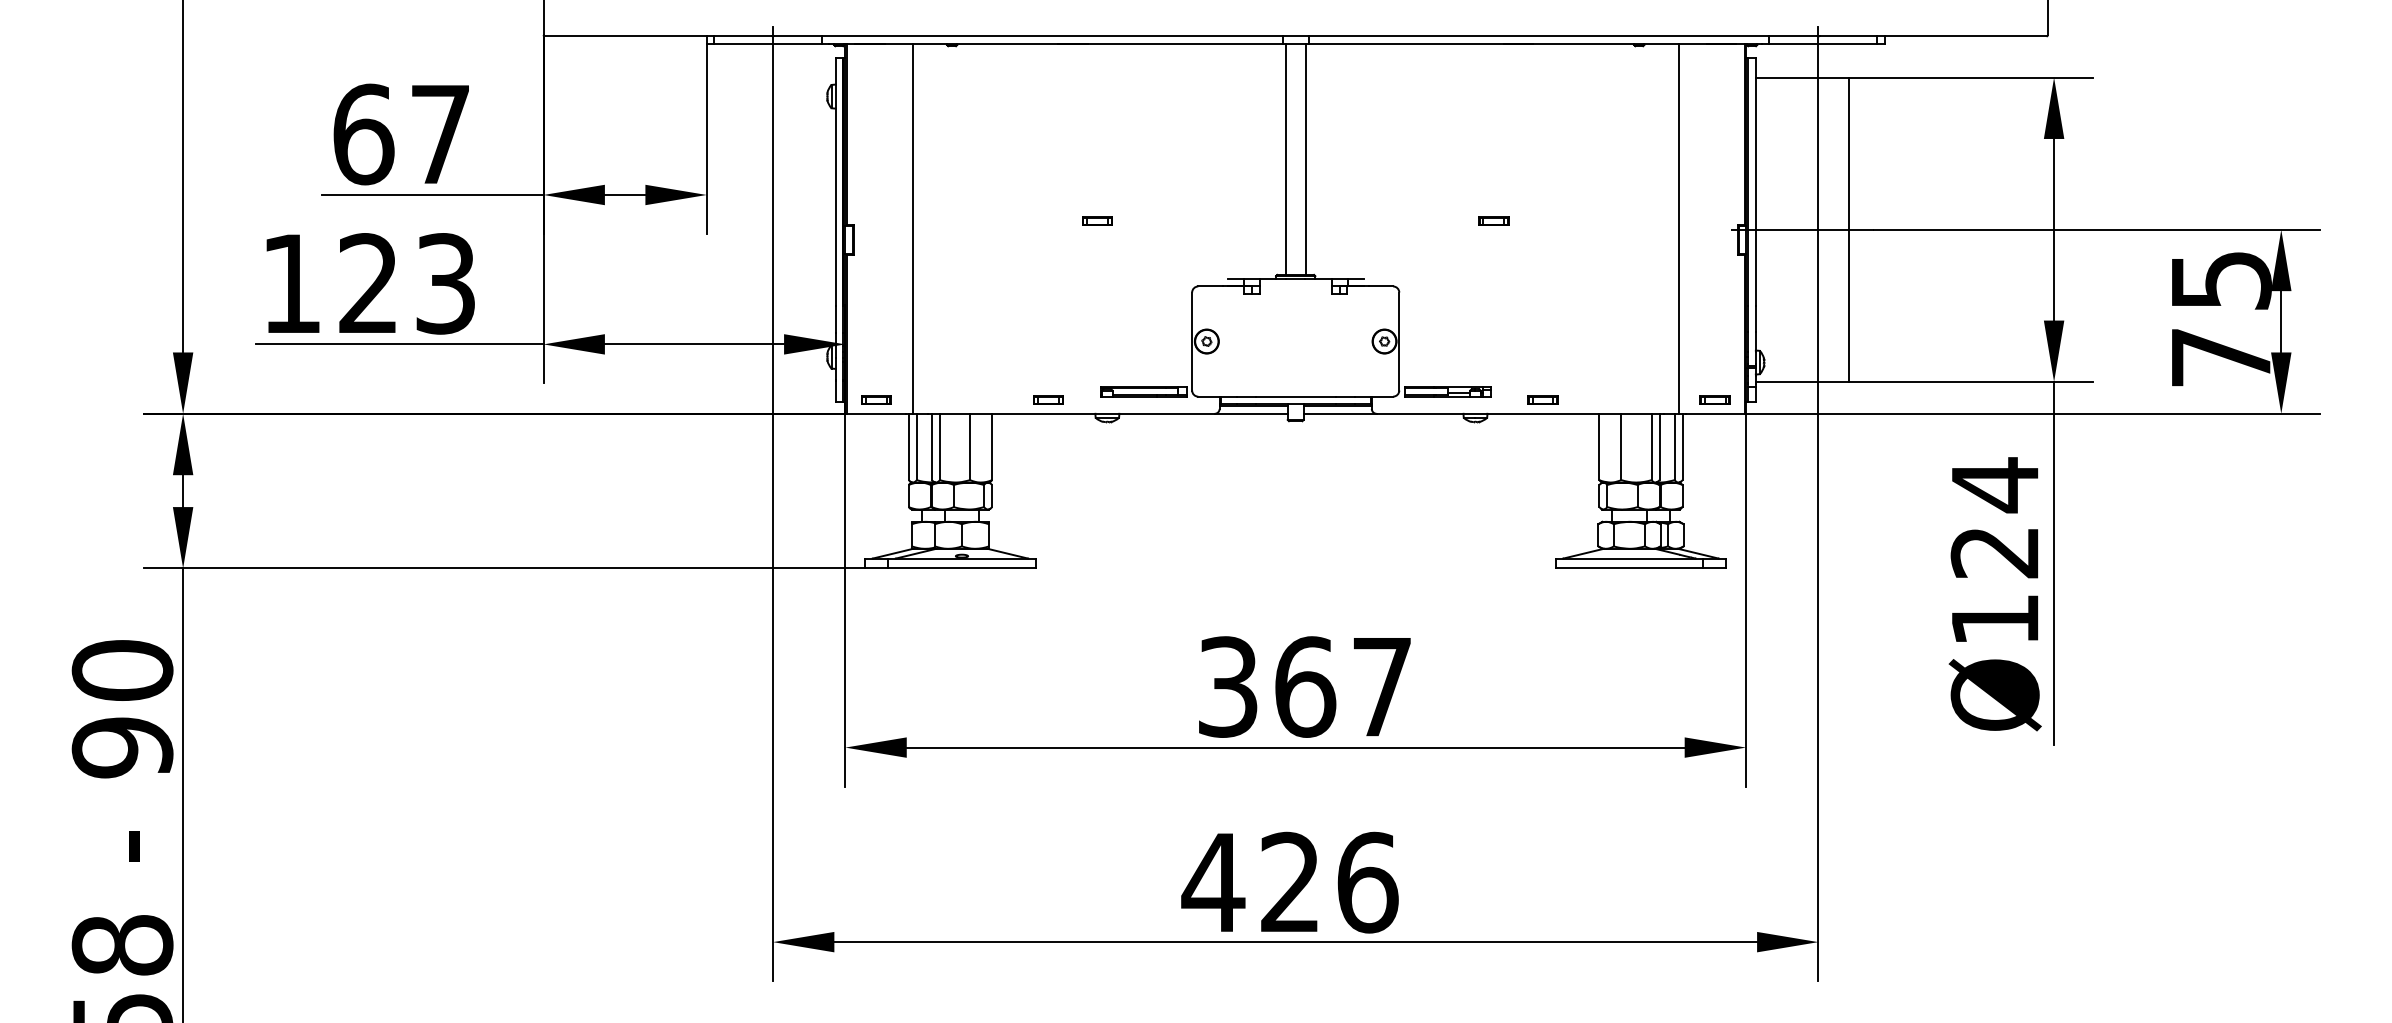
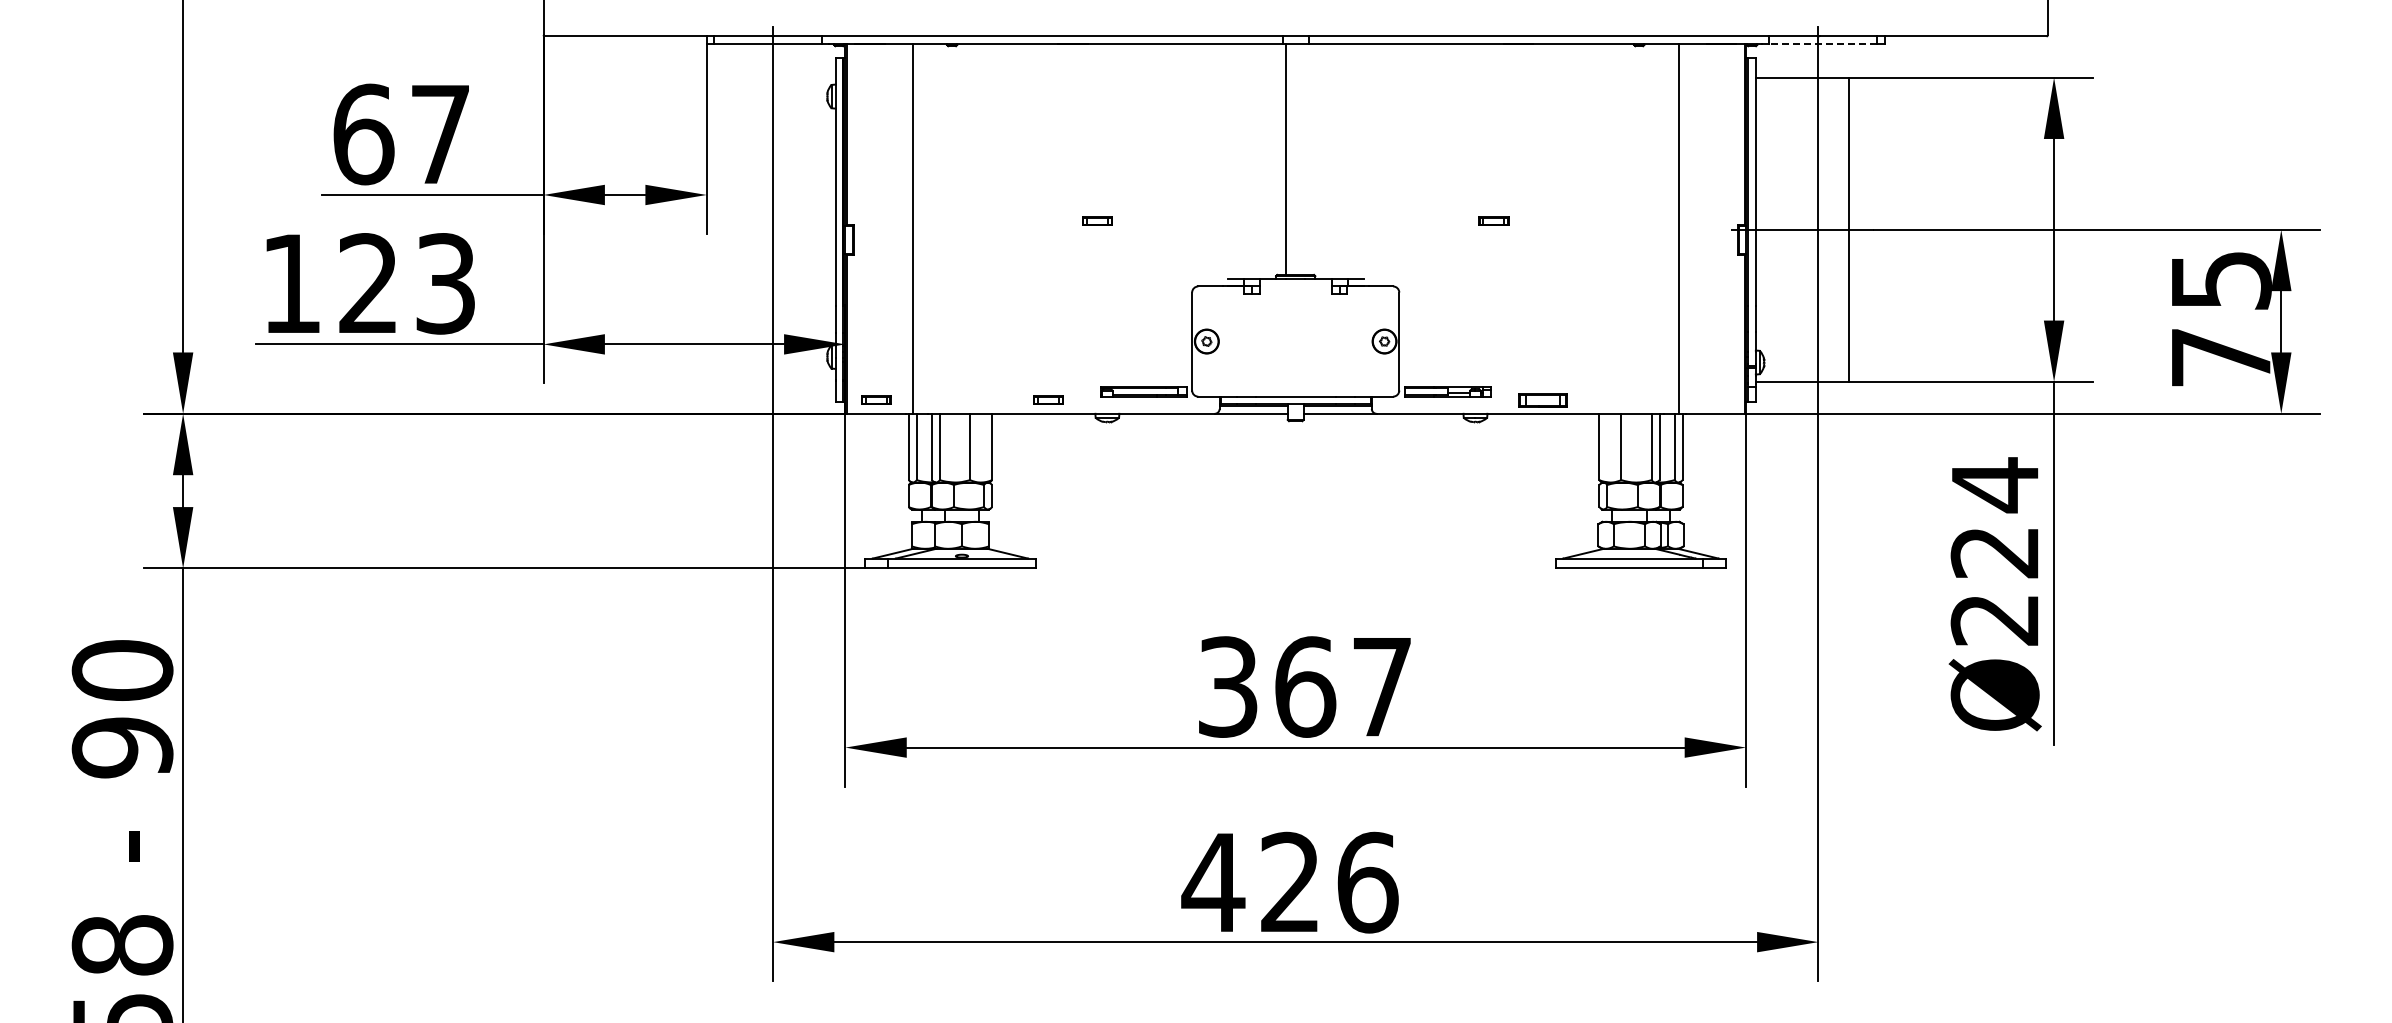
line at (1823, 43): solid -> dashed
line at (1305, 158): present -> none
part at (1542, 399) size: 32x10 px -> 50x15 px
part at (1714, 399): present -> none
text at (1994, 620): Ø124 -> Ø224
